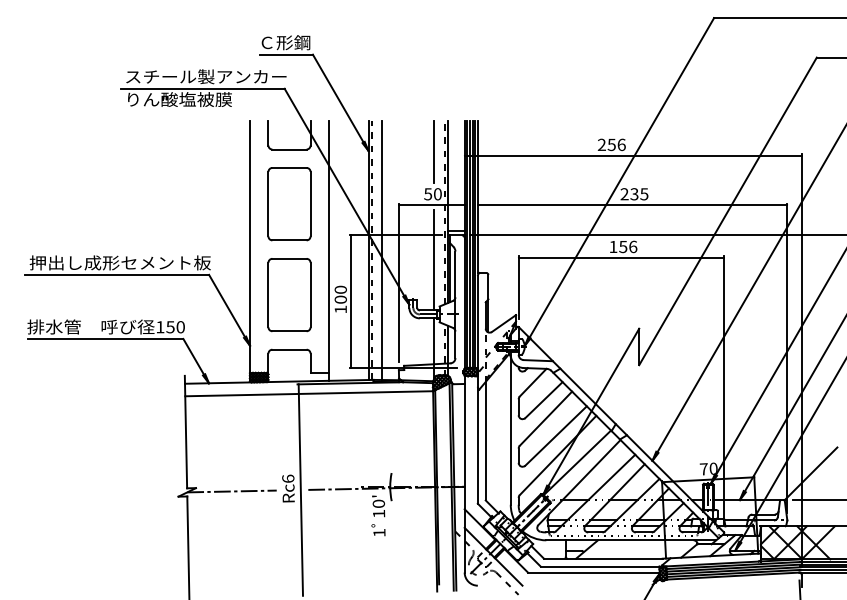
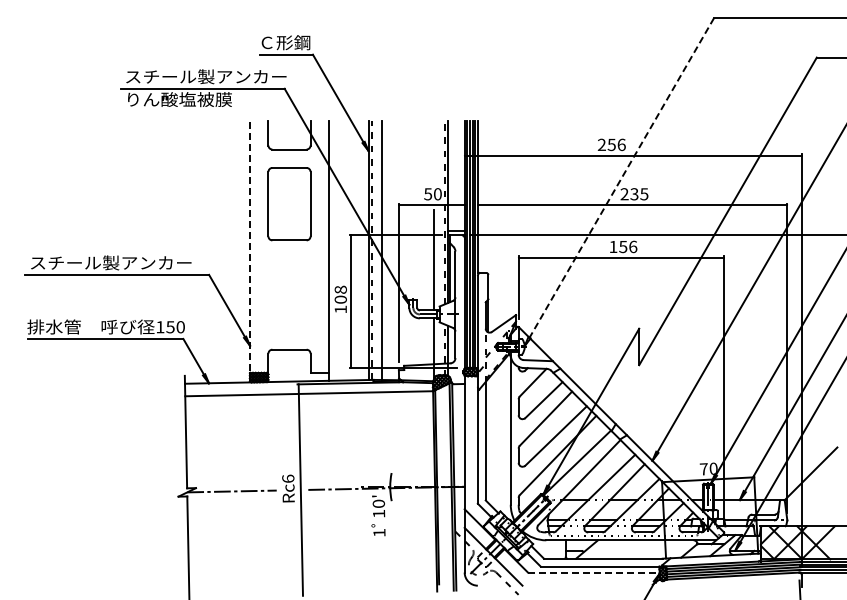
line at (434, 152): present -> none
line at (619, 182): solid -> dashed
line at (250, 251): solid -> dashed
text at (119, 262): 押出し成形セメント板 -> スチール製アンカー
text at (340, 289): 100 -> 108
part at (289, 295): present -> none
line at (817, 500): present -> none
line at (593, 572): solid -> dashed
